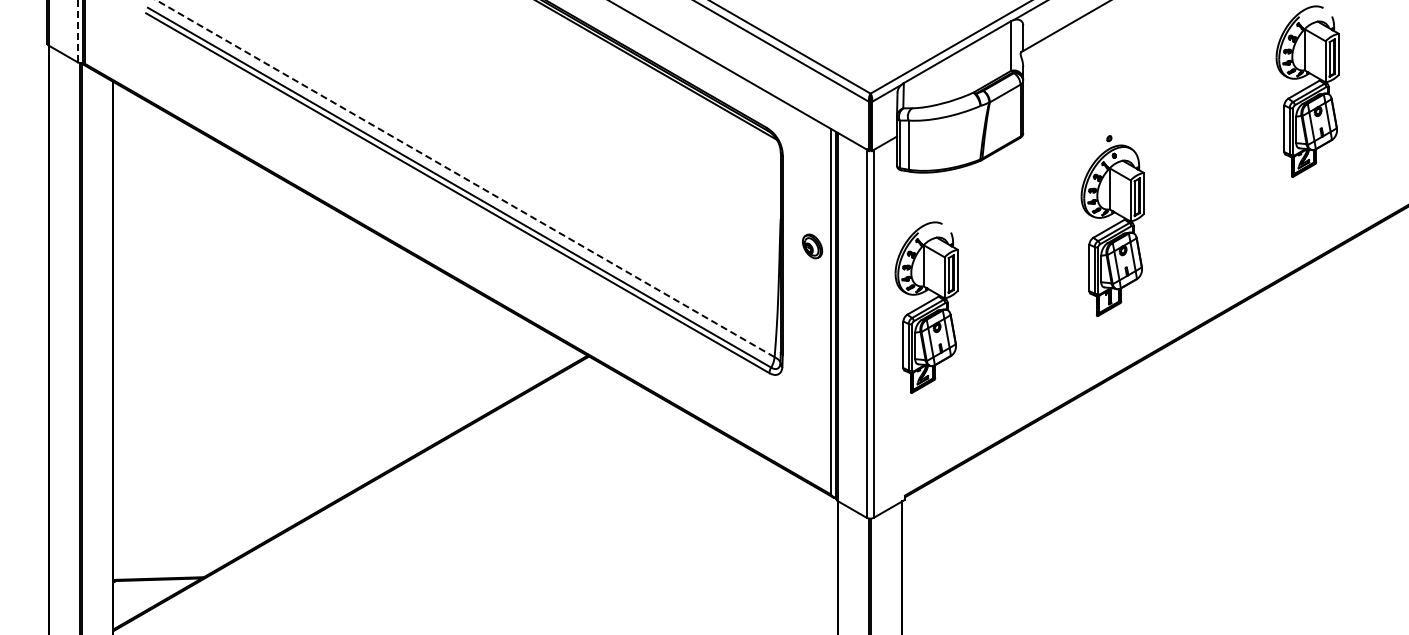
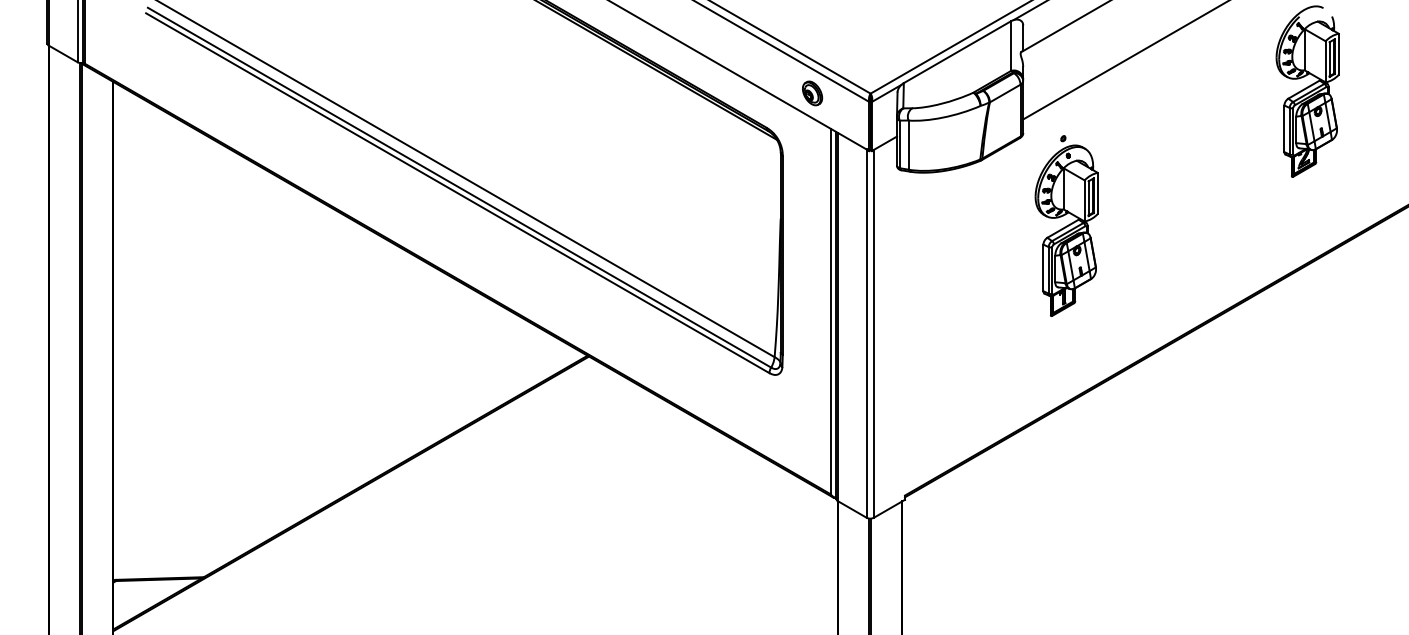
line at (77, 31): dashed -> solid
line at (1124, 60): none -> present
line at (465, 178): dashed -> solid
part at (1112, 225) position: (1112, 225) -> (1066, 225)
part at (812, 246) position: (812, 246) -> (812, 93)
part at (926, 307): present -> none
